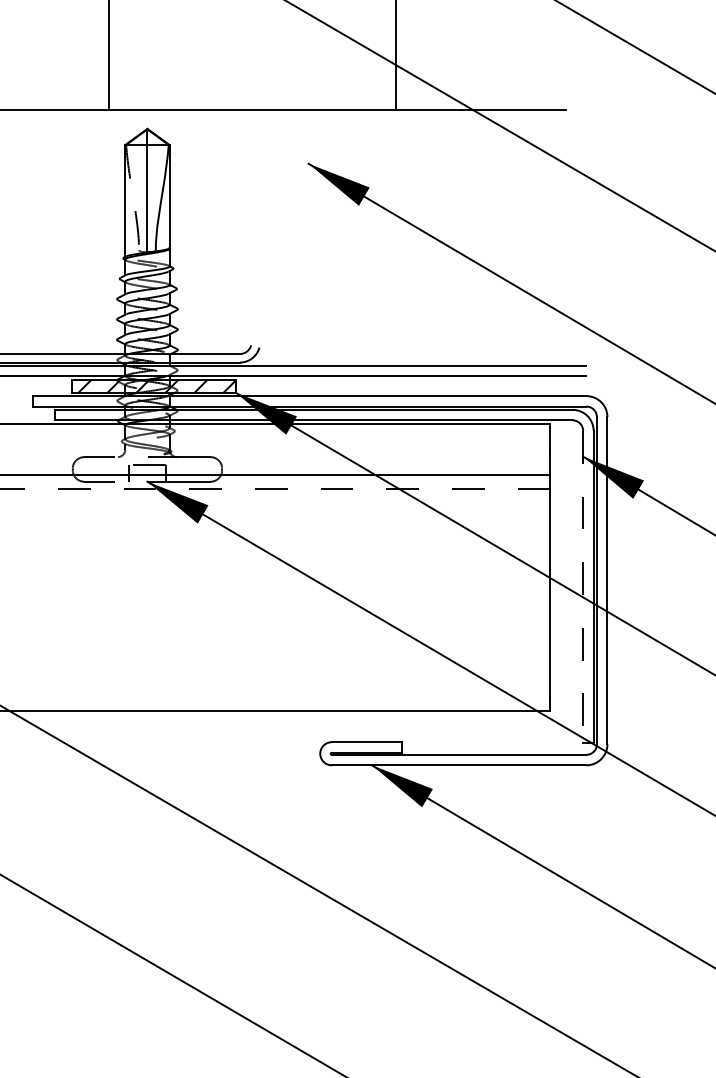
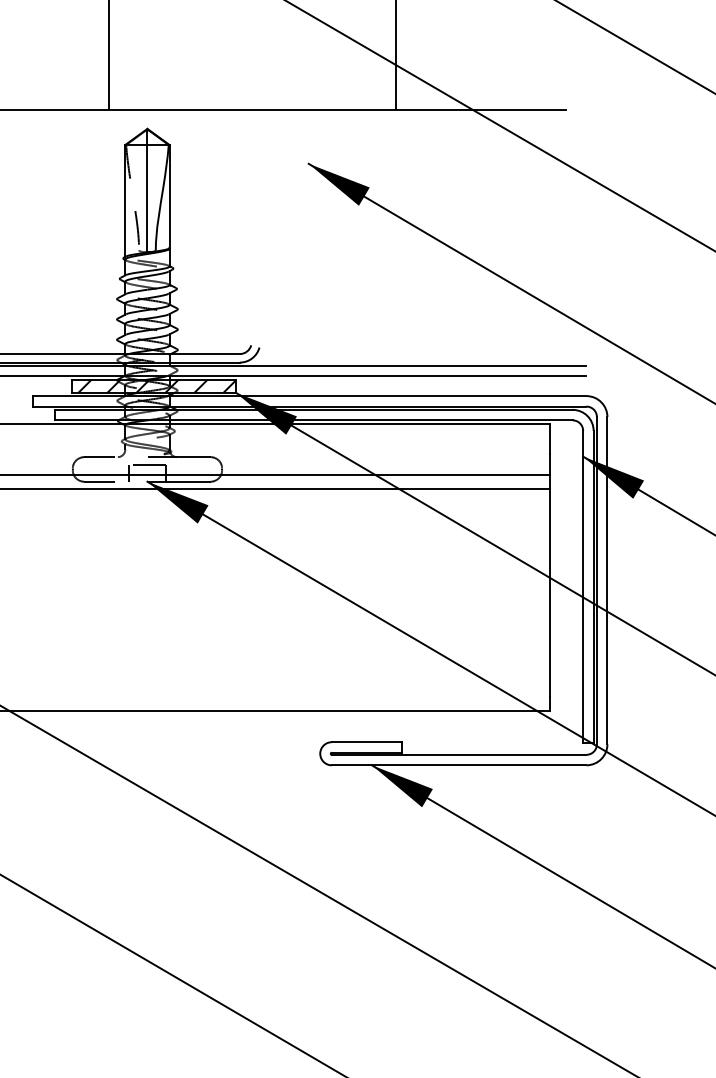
line at (275, 488): dashed -> solid
line at (583, 587): dashed -> solid
